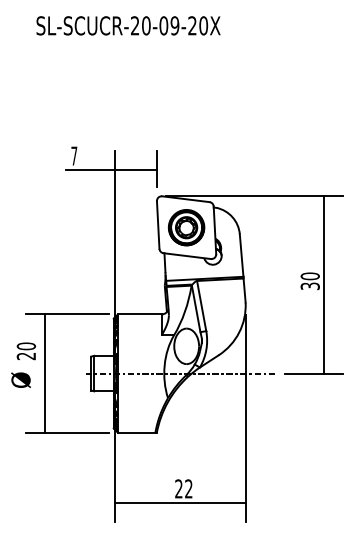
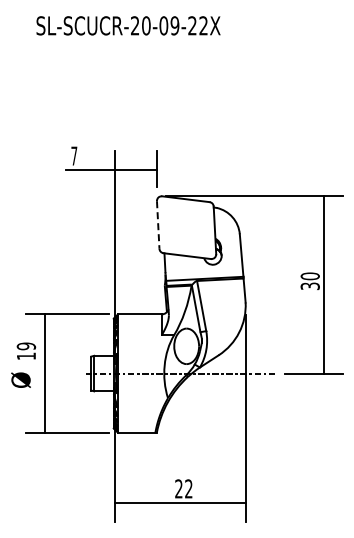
text at (203, 25): SL-SCUCR-20-09-20X -> SL-SCUCR-20-09-22X
line at (158, 225): solid -> dashed
part at (186, 227): present -> none
text at (26, 351): 20 -> 19
